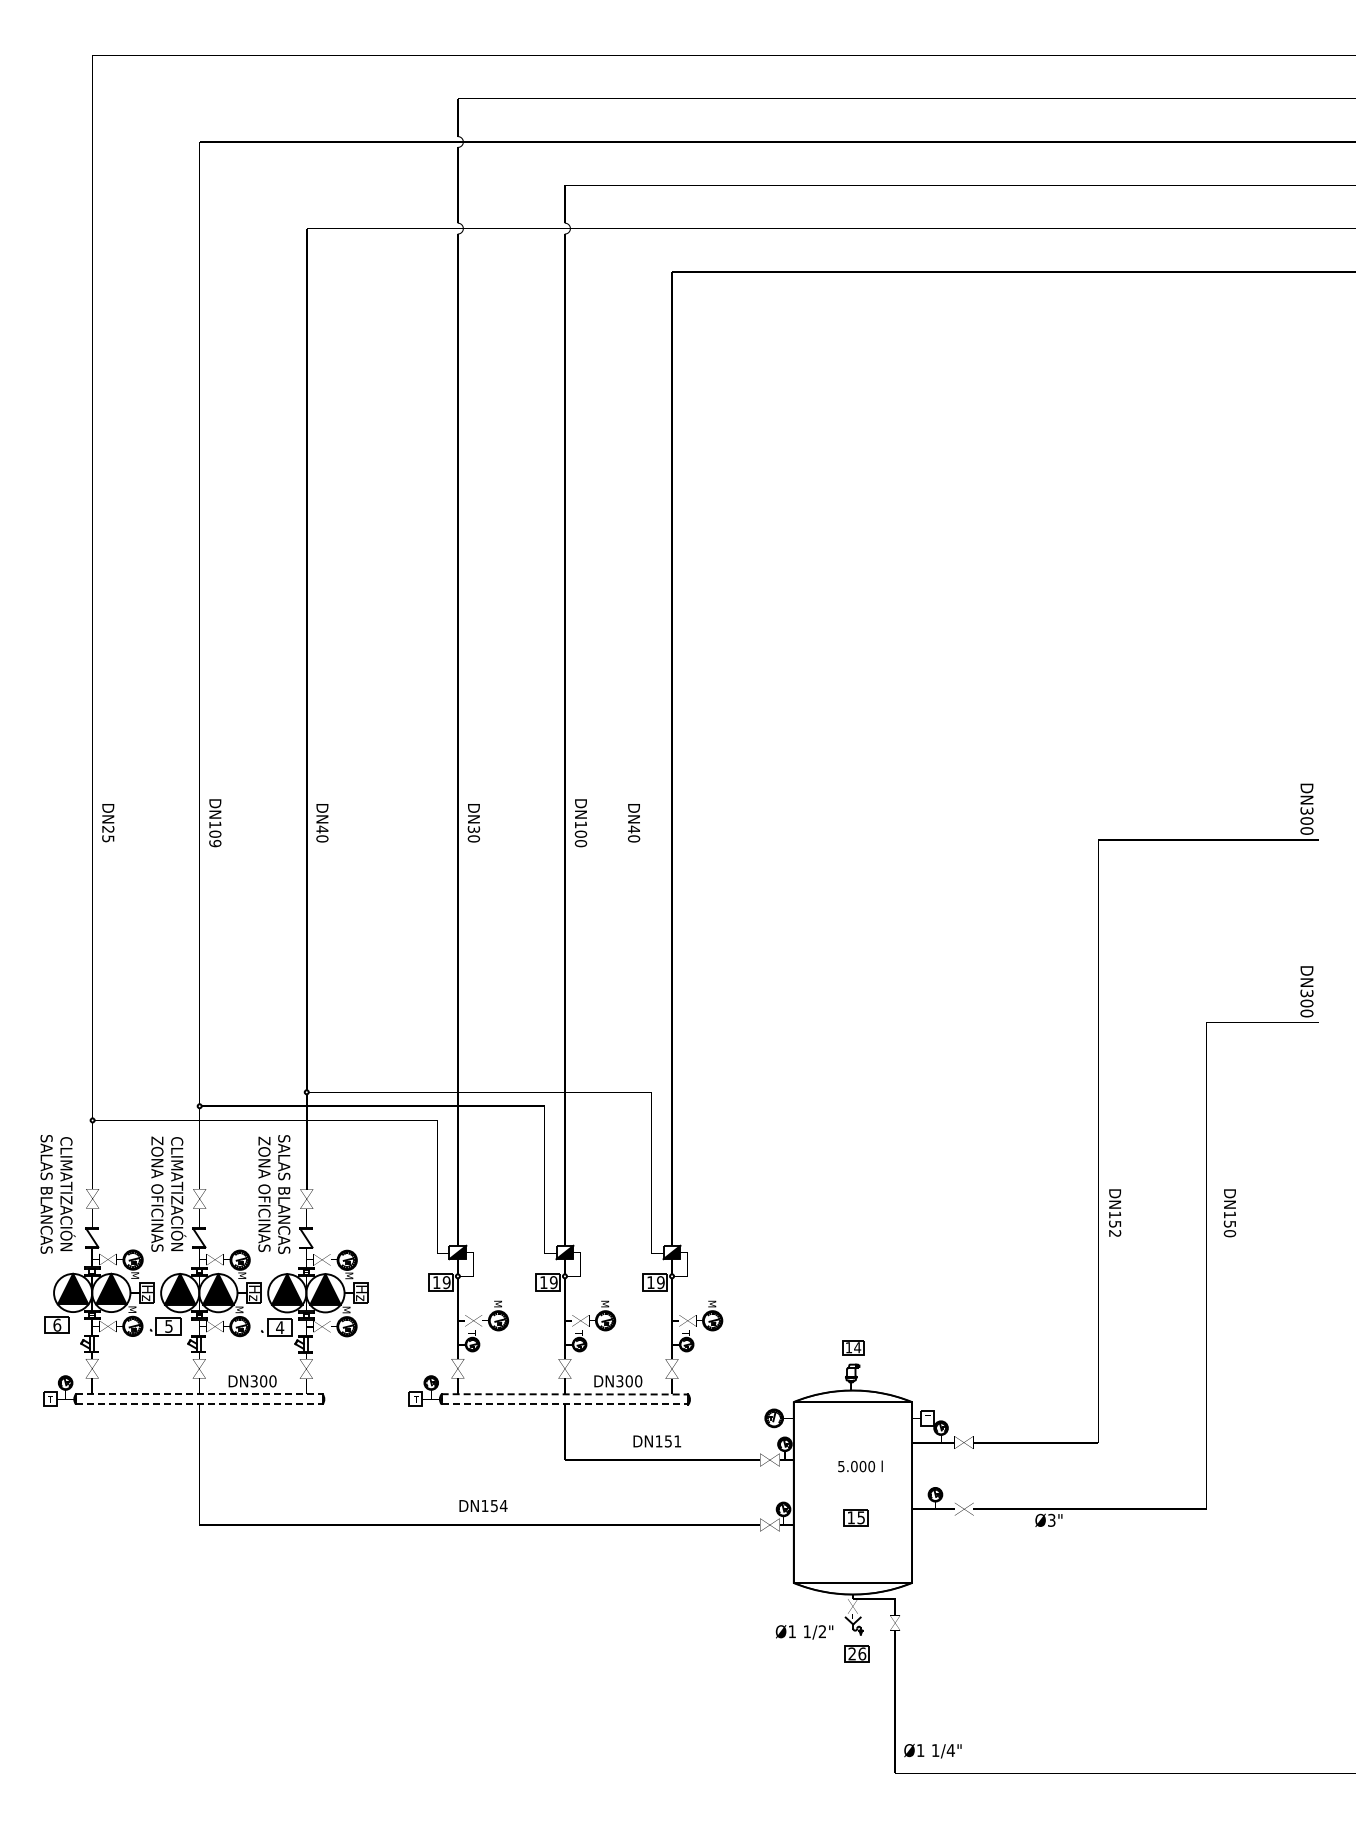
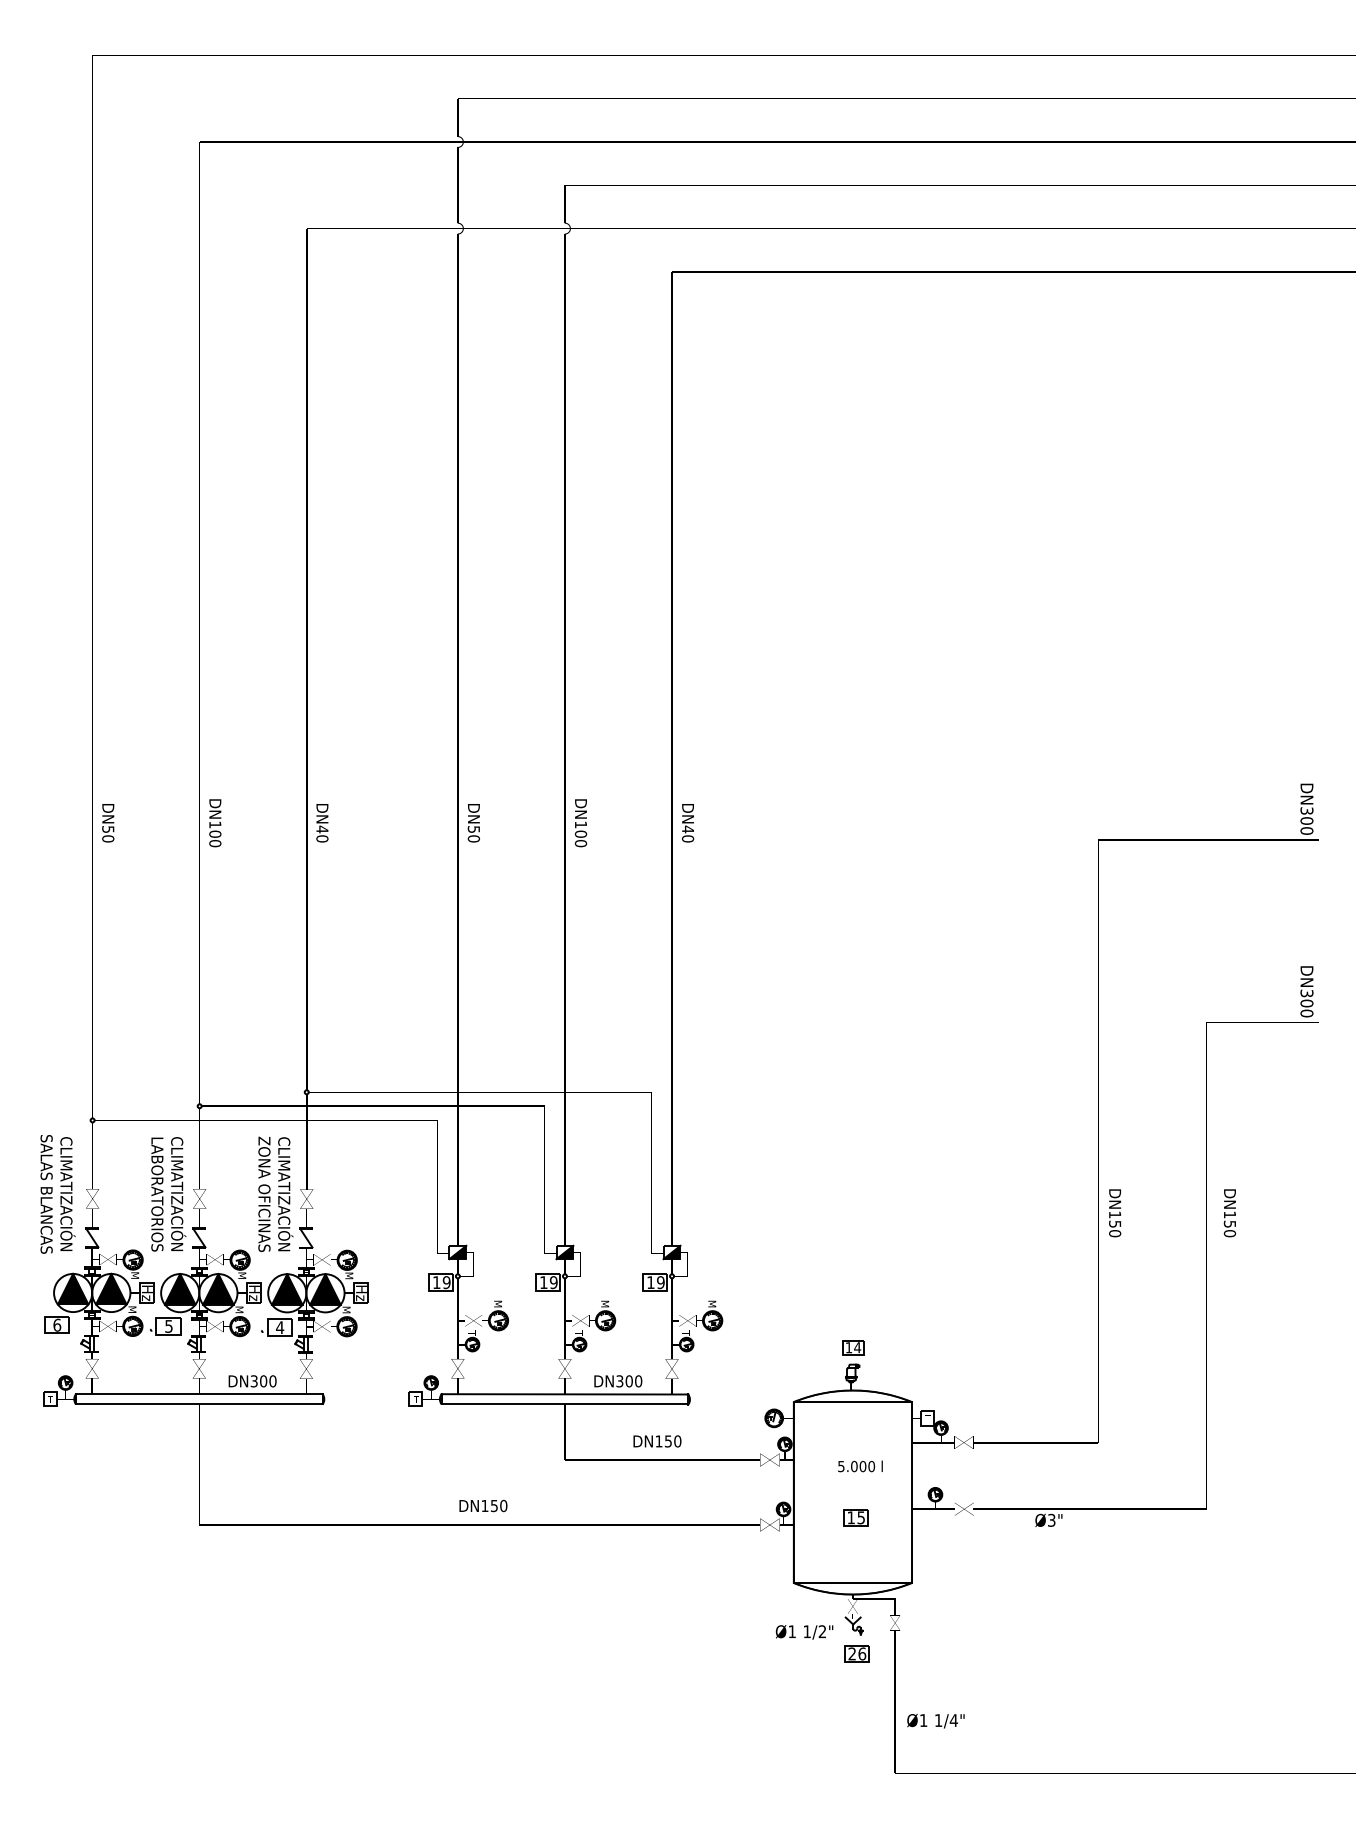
text at (634, 823) position: (634, 823) -> (688, 823)
text at (474, 829): DN30 -> DN50
text at (108, 834): DN25 -> DN50
text at (215, 843): DN109 -> DN100
text at (157, 1193): ZONA OFICINAS -> LABORATORIOS
text at (285, 1194): SALAS BLANCAS -> CLIMATIZACIÓN
text at (1115, 1233): DN152 -> DN150
line at (199, 1394): dashed -> solid
line at (565, 1394): dashed -> solid
line at (199, 1404): dashed -> solid
line at (565, 1404): dashed -> solid
text at (677, 1441): DN151 -> DN150
text at (503, 1505): DN154 -> DN150
text at (932, 1751) position: (932, 1751) -> (935, 1721)
